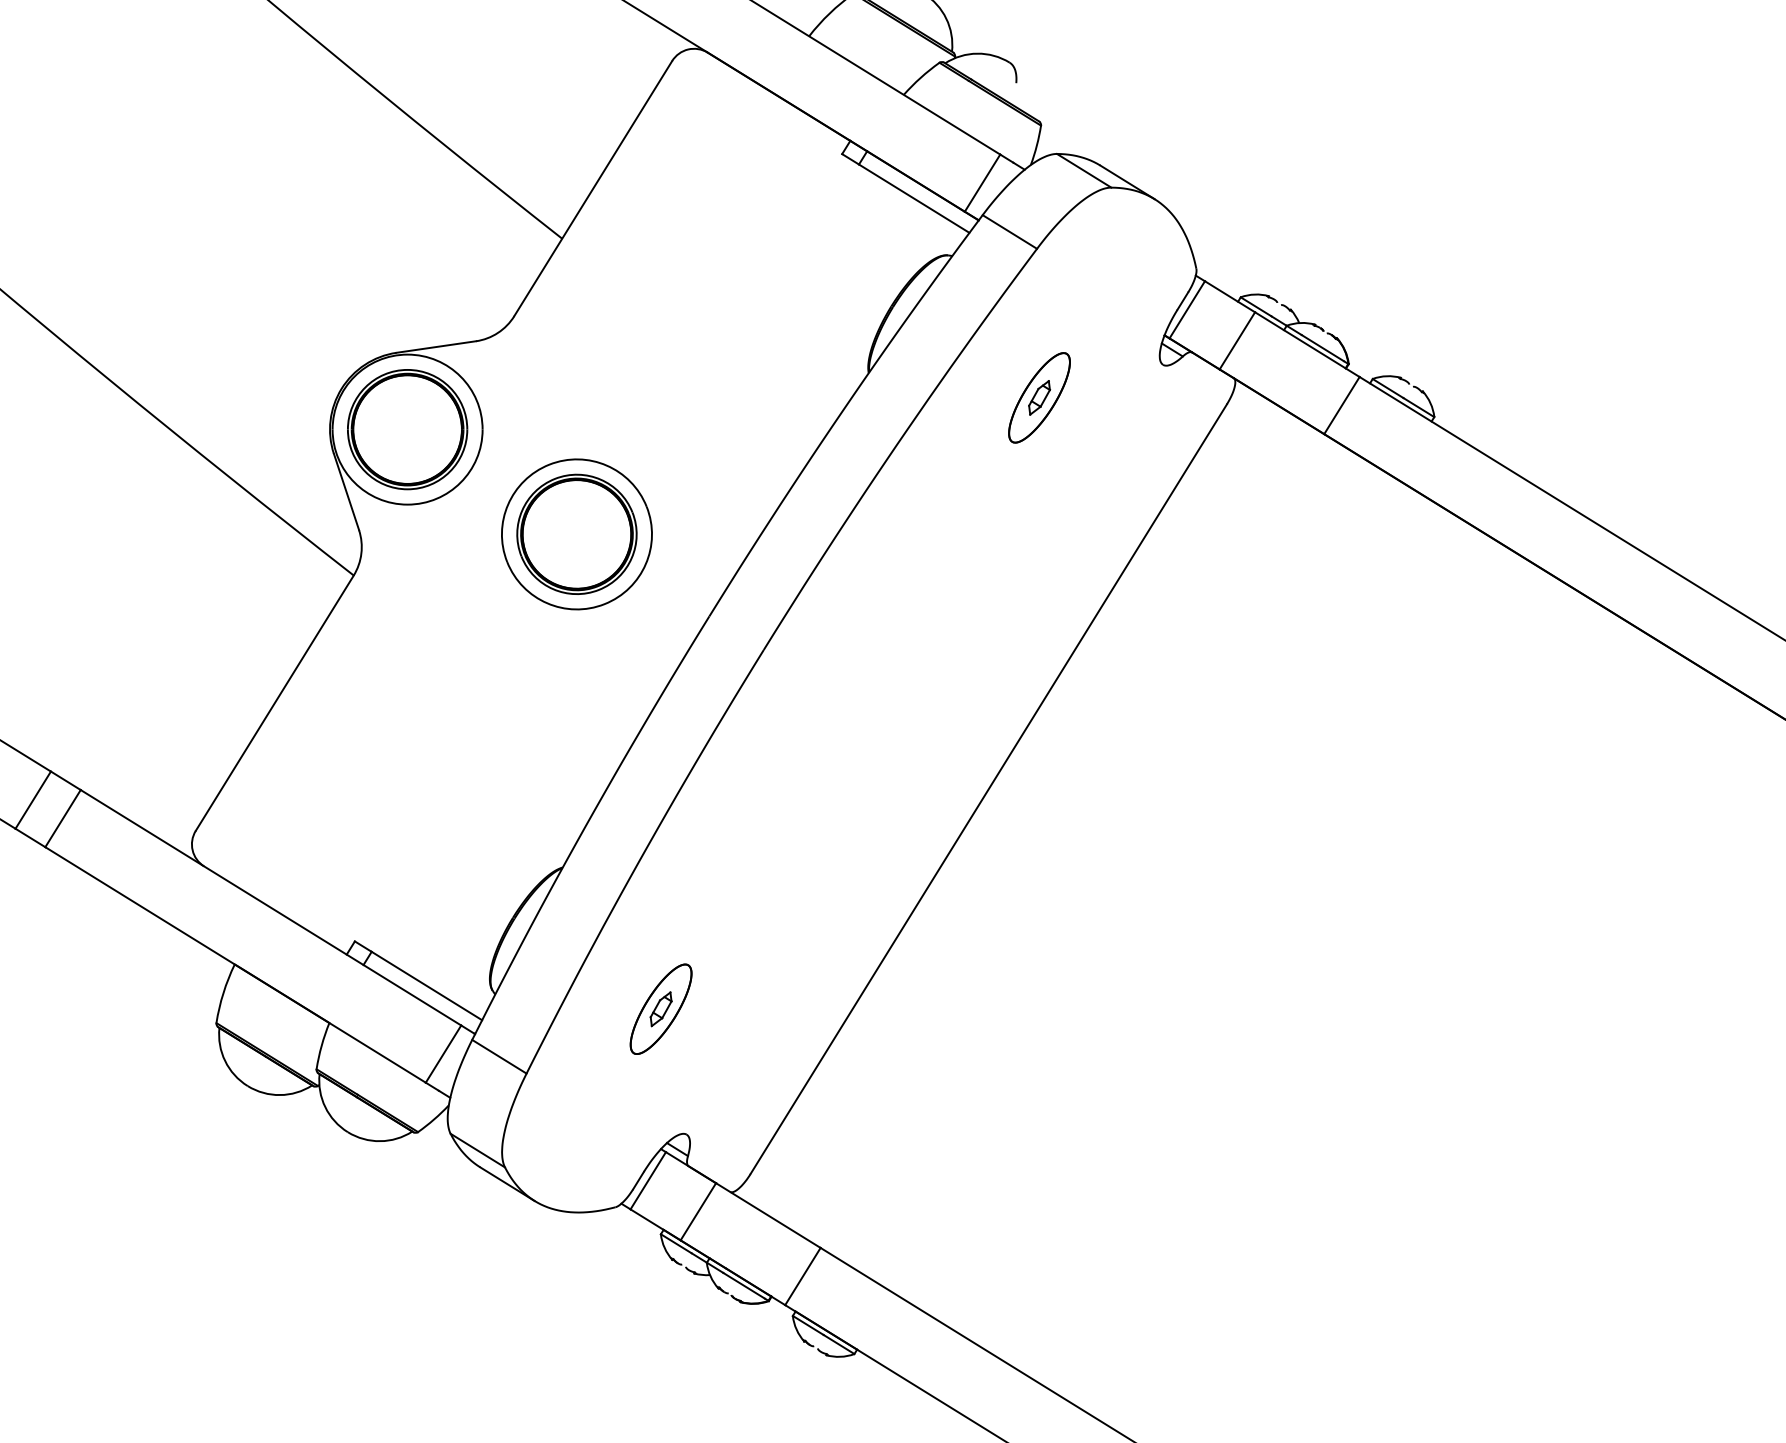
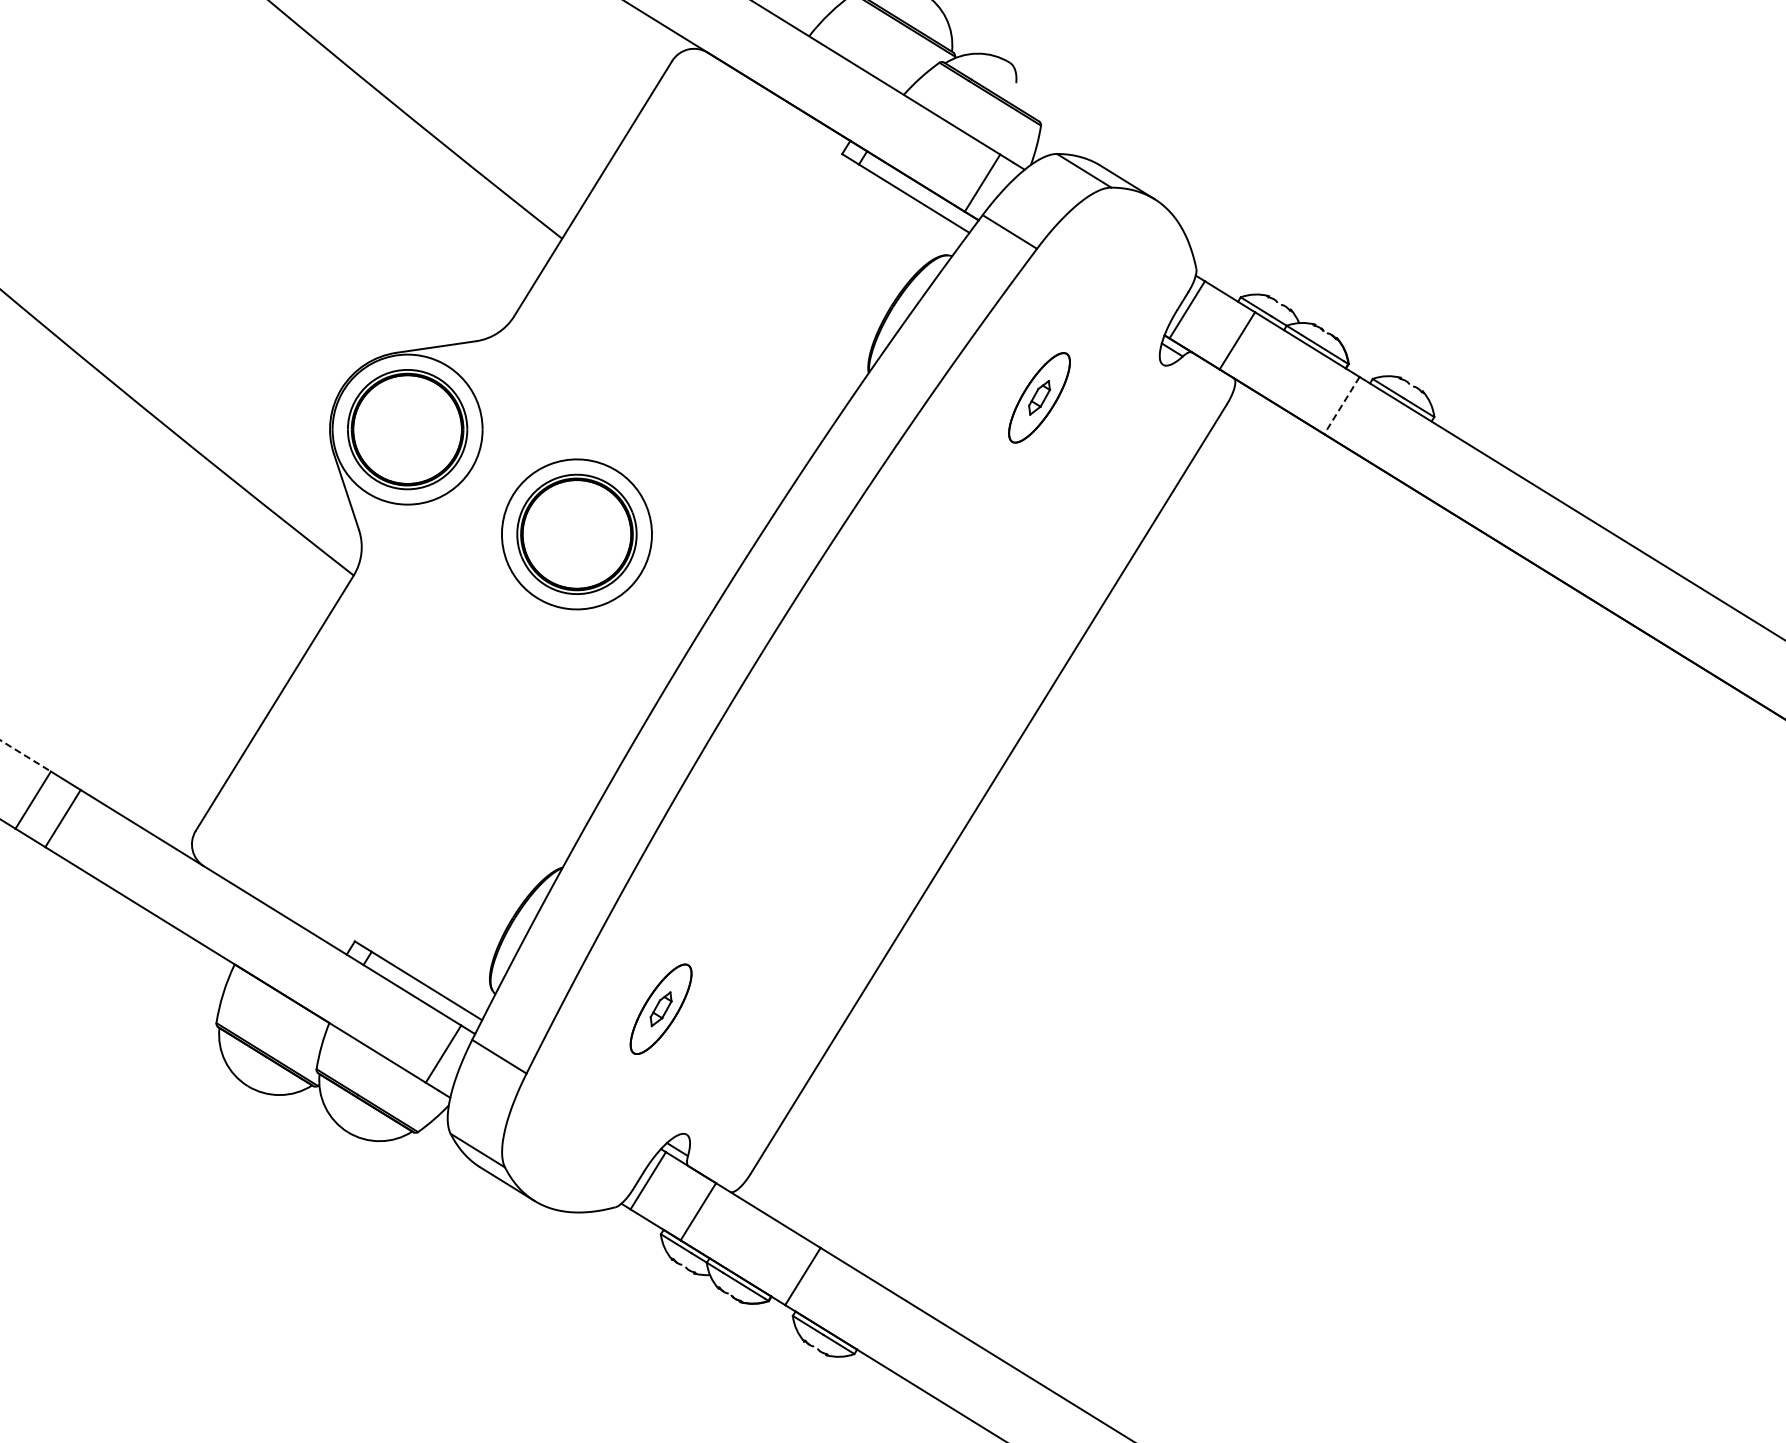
line at (1341, 405): solid -> dashed
line at (25, 755): solid -> dashed
